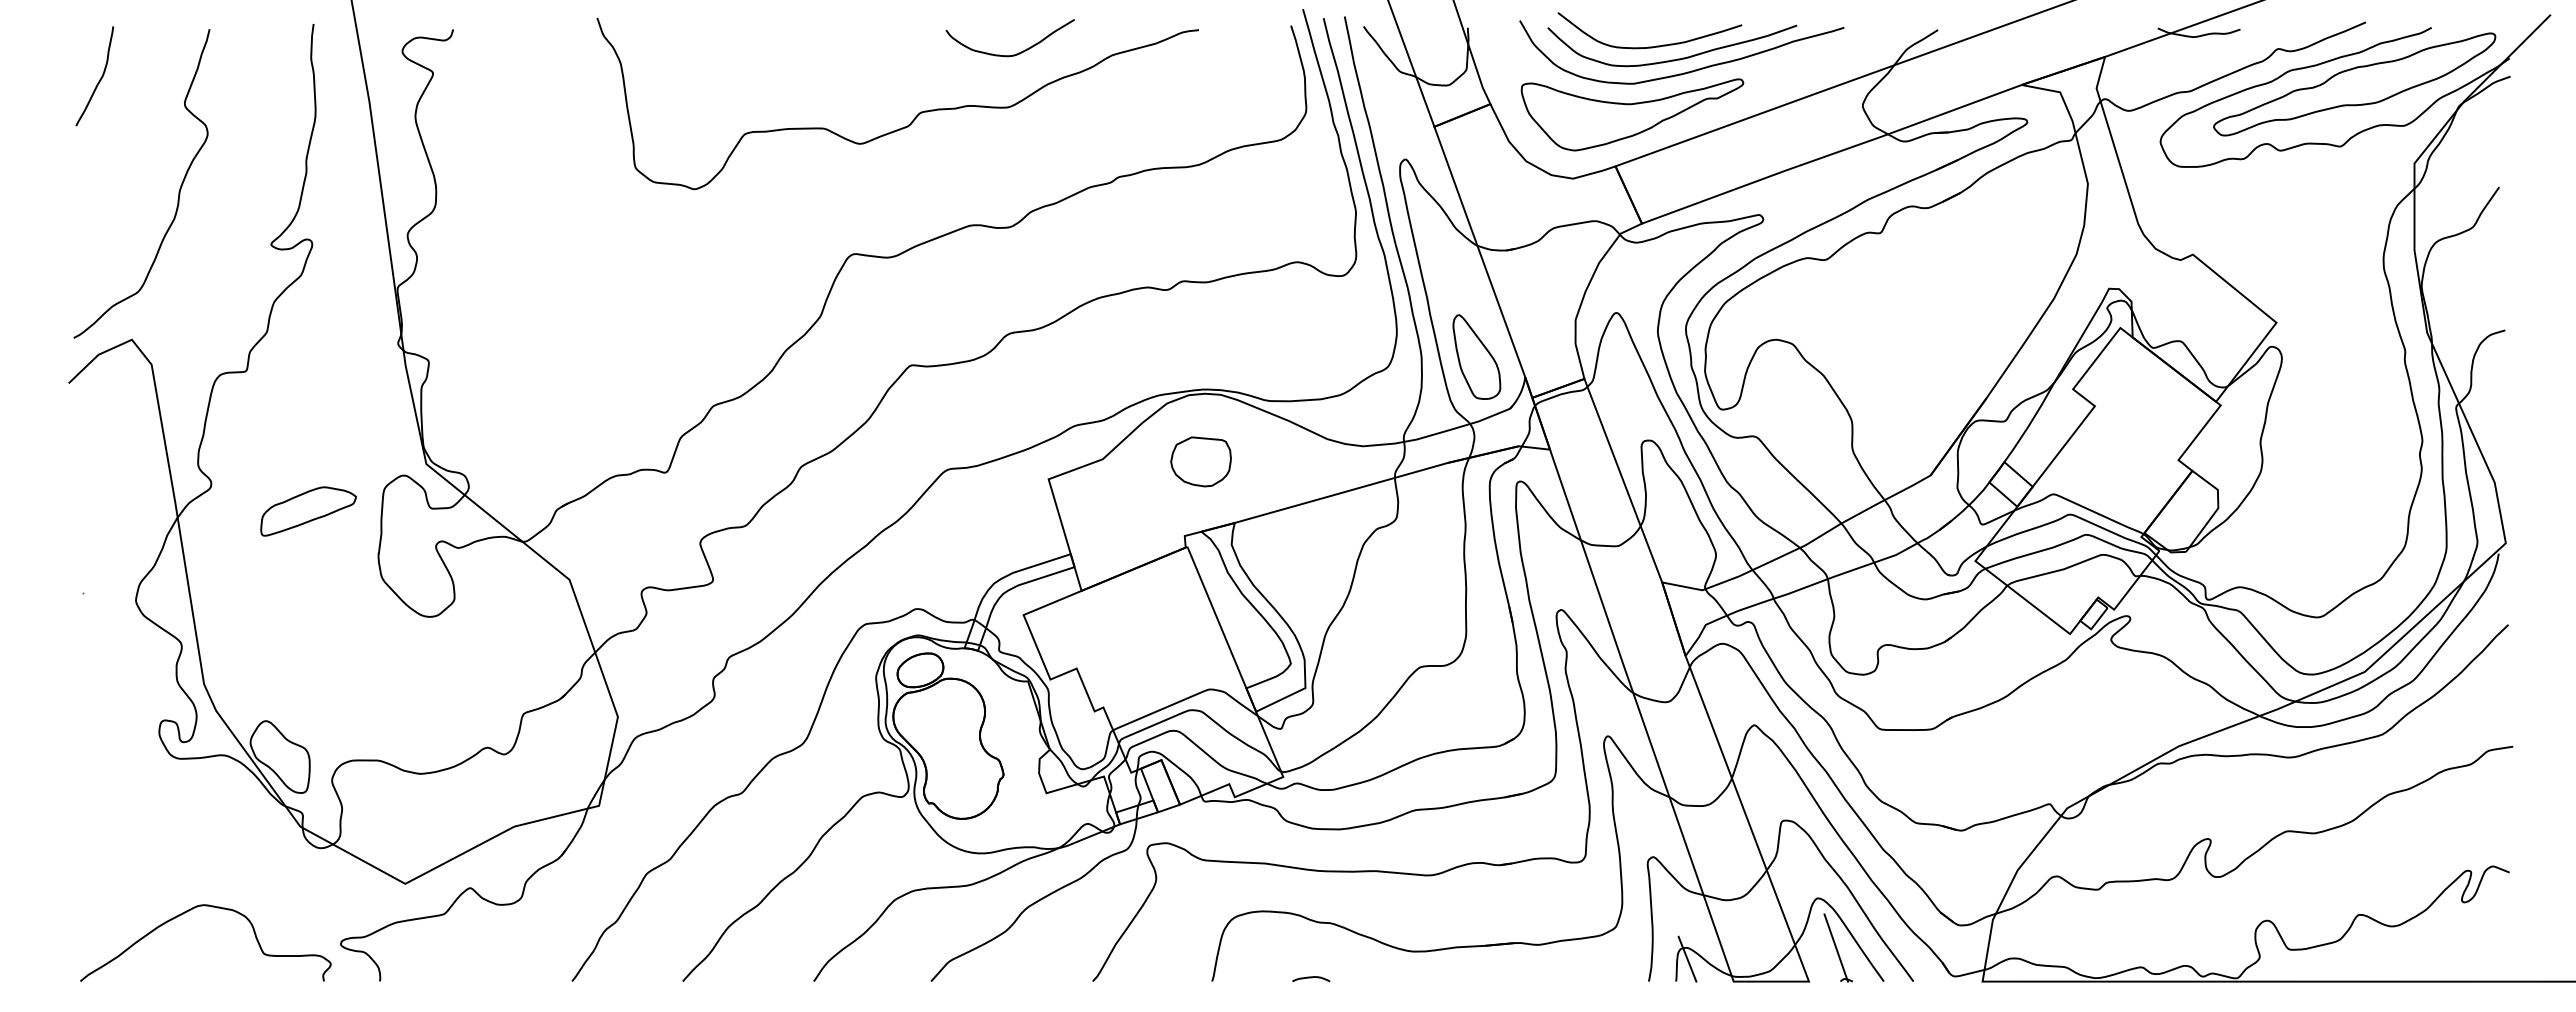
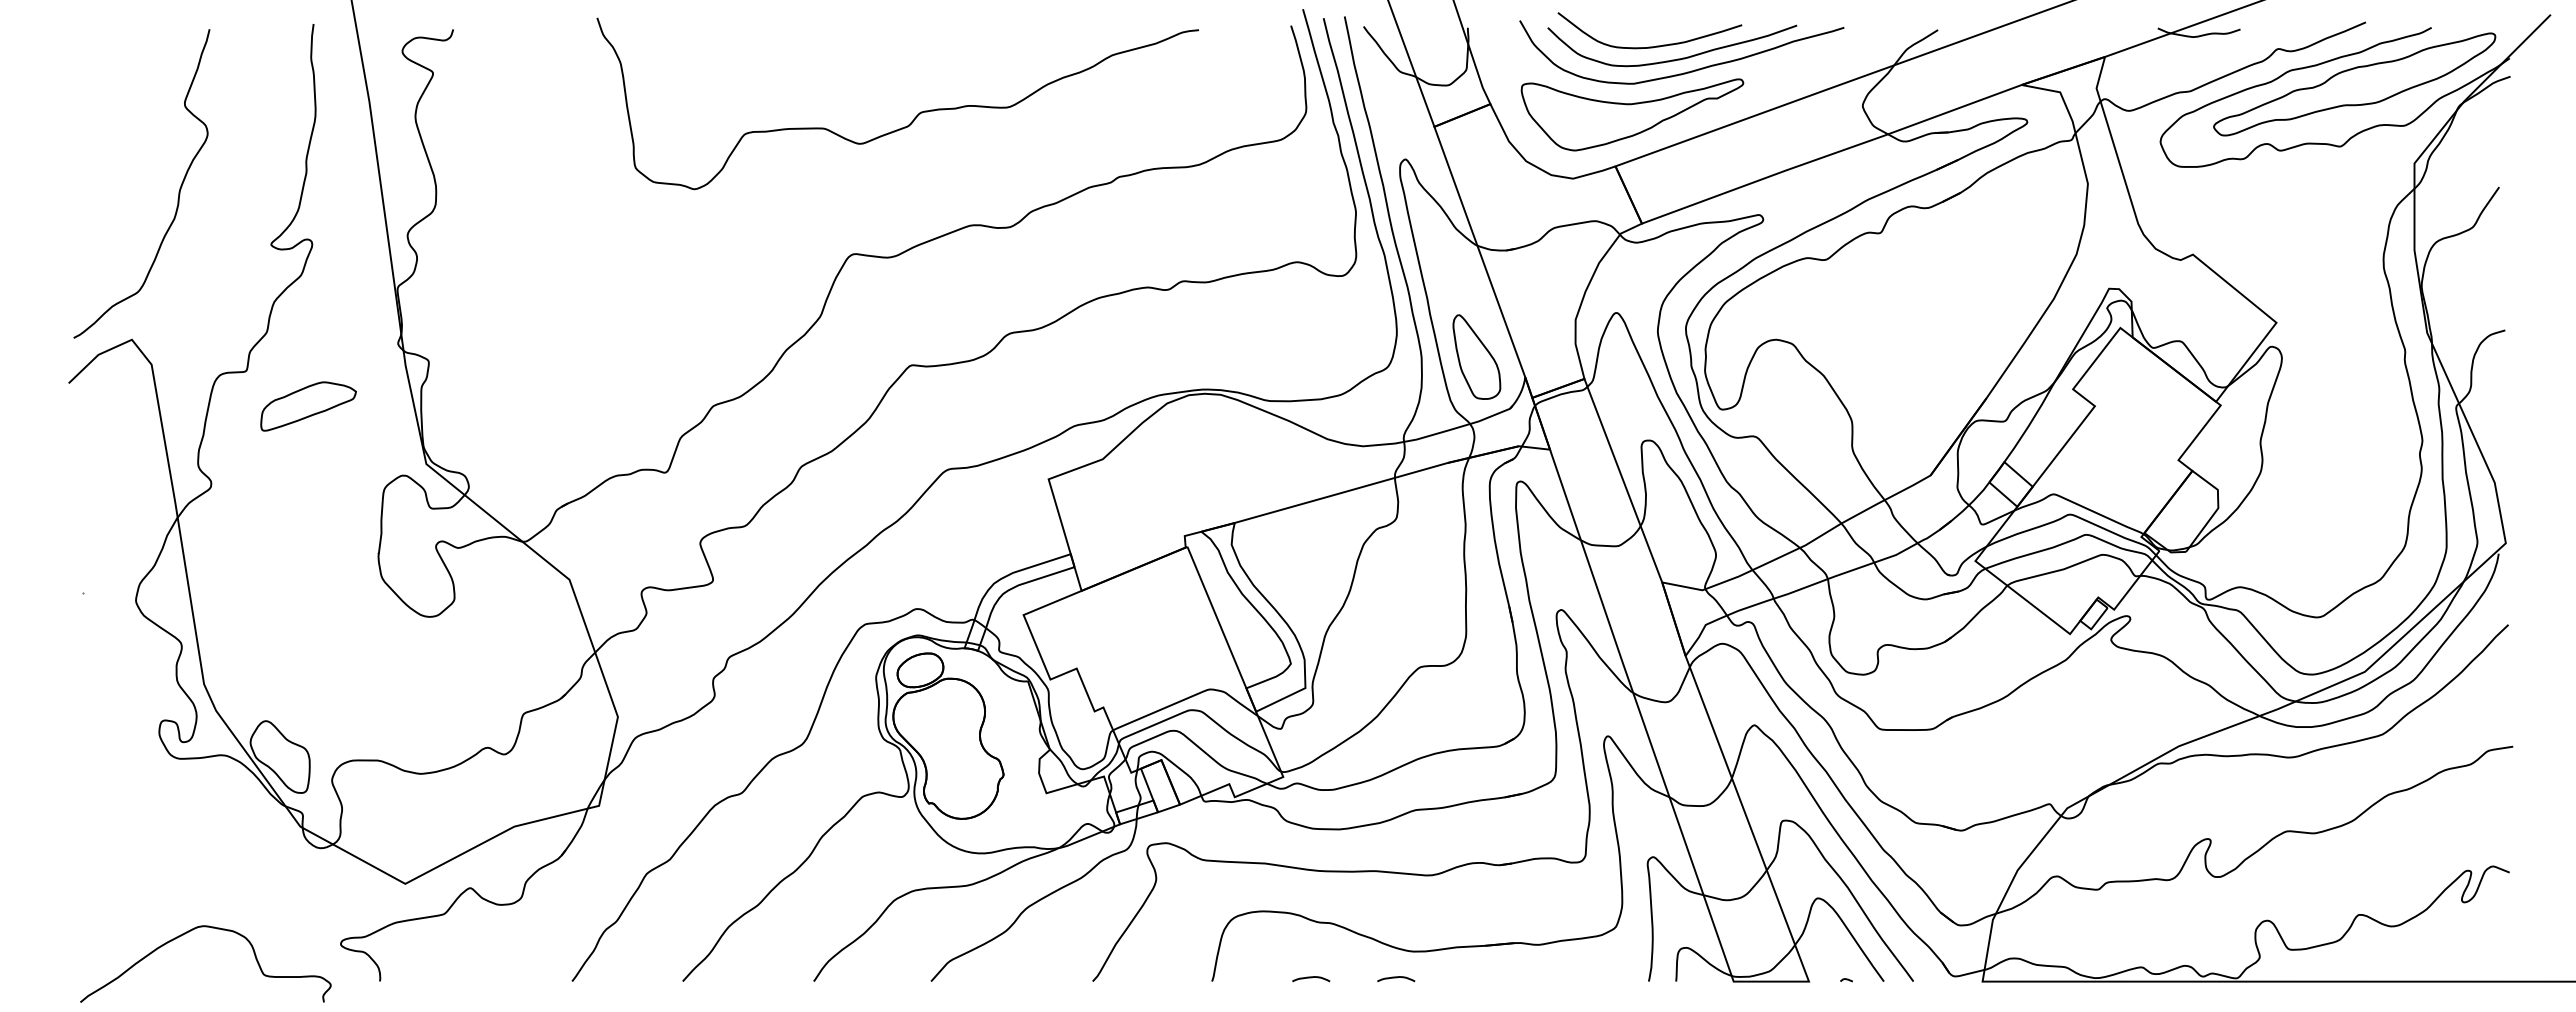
curve at (1012, 54): present -> none
curve at (99, 79): present -> none
part at (1200, 461): present -> none
part at (308, 511) position: (308, 511) -> (308, 406)
curve at (189, 911) position: (189, 911) -> (189, 932)
line at (1835, 947): present -> none
line at (1687, 958): present -> none
curve at (1396, 978): none -> present
